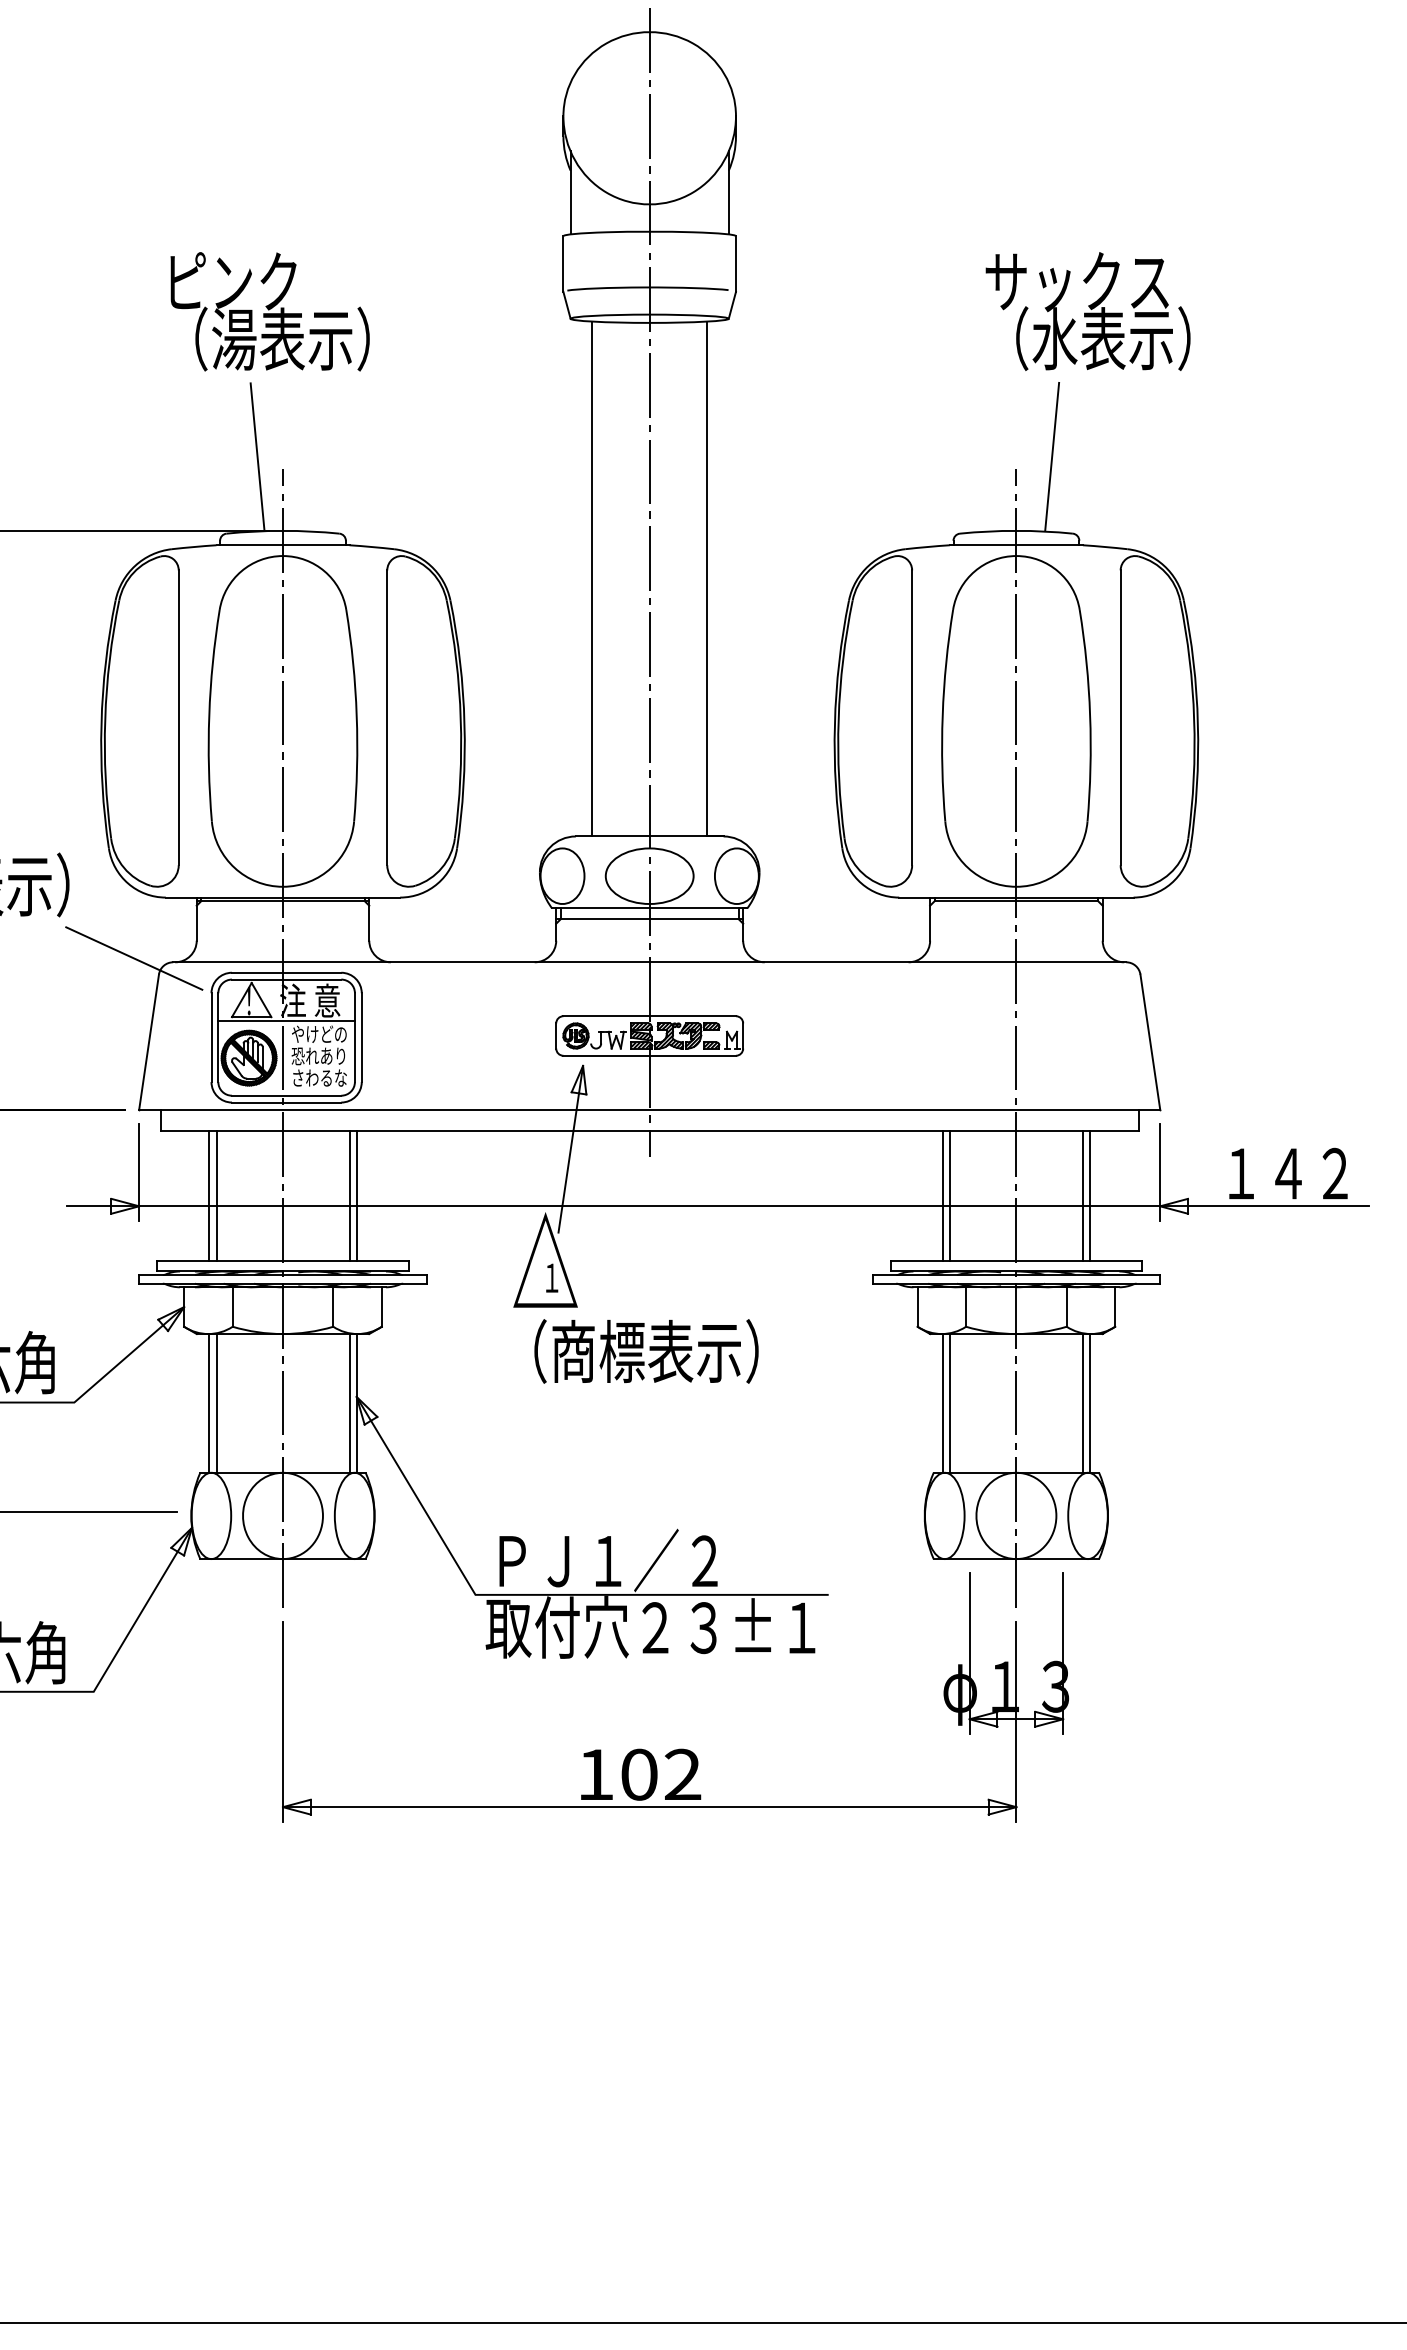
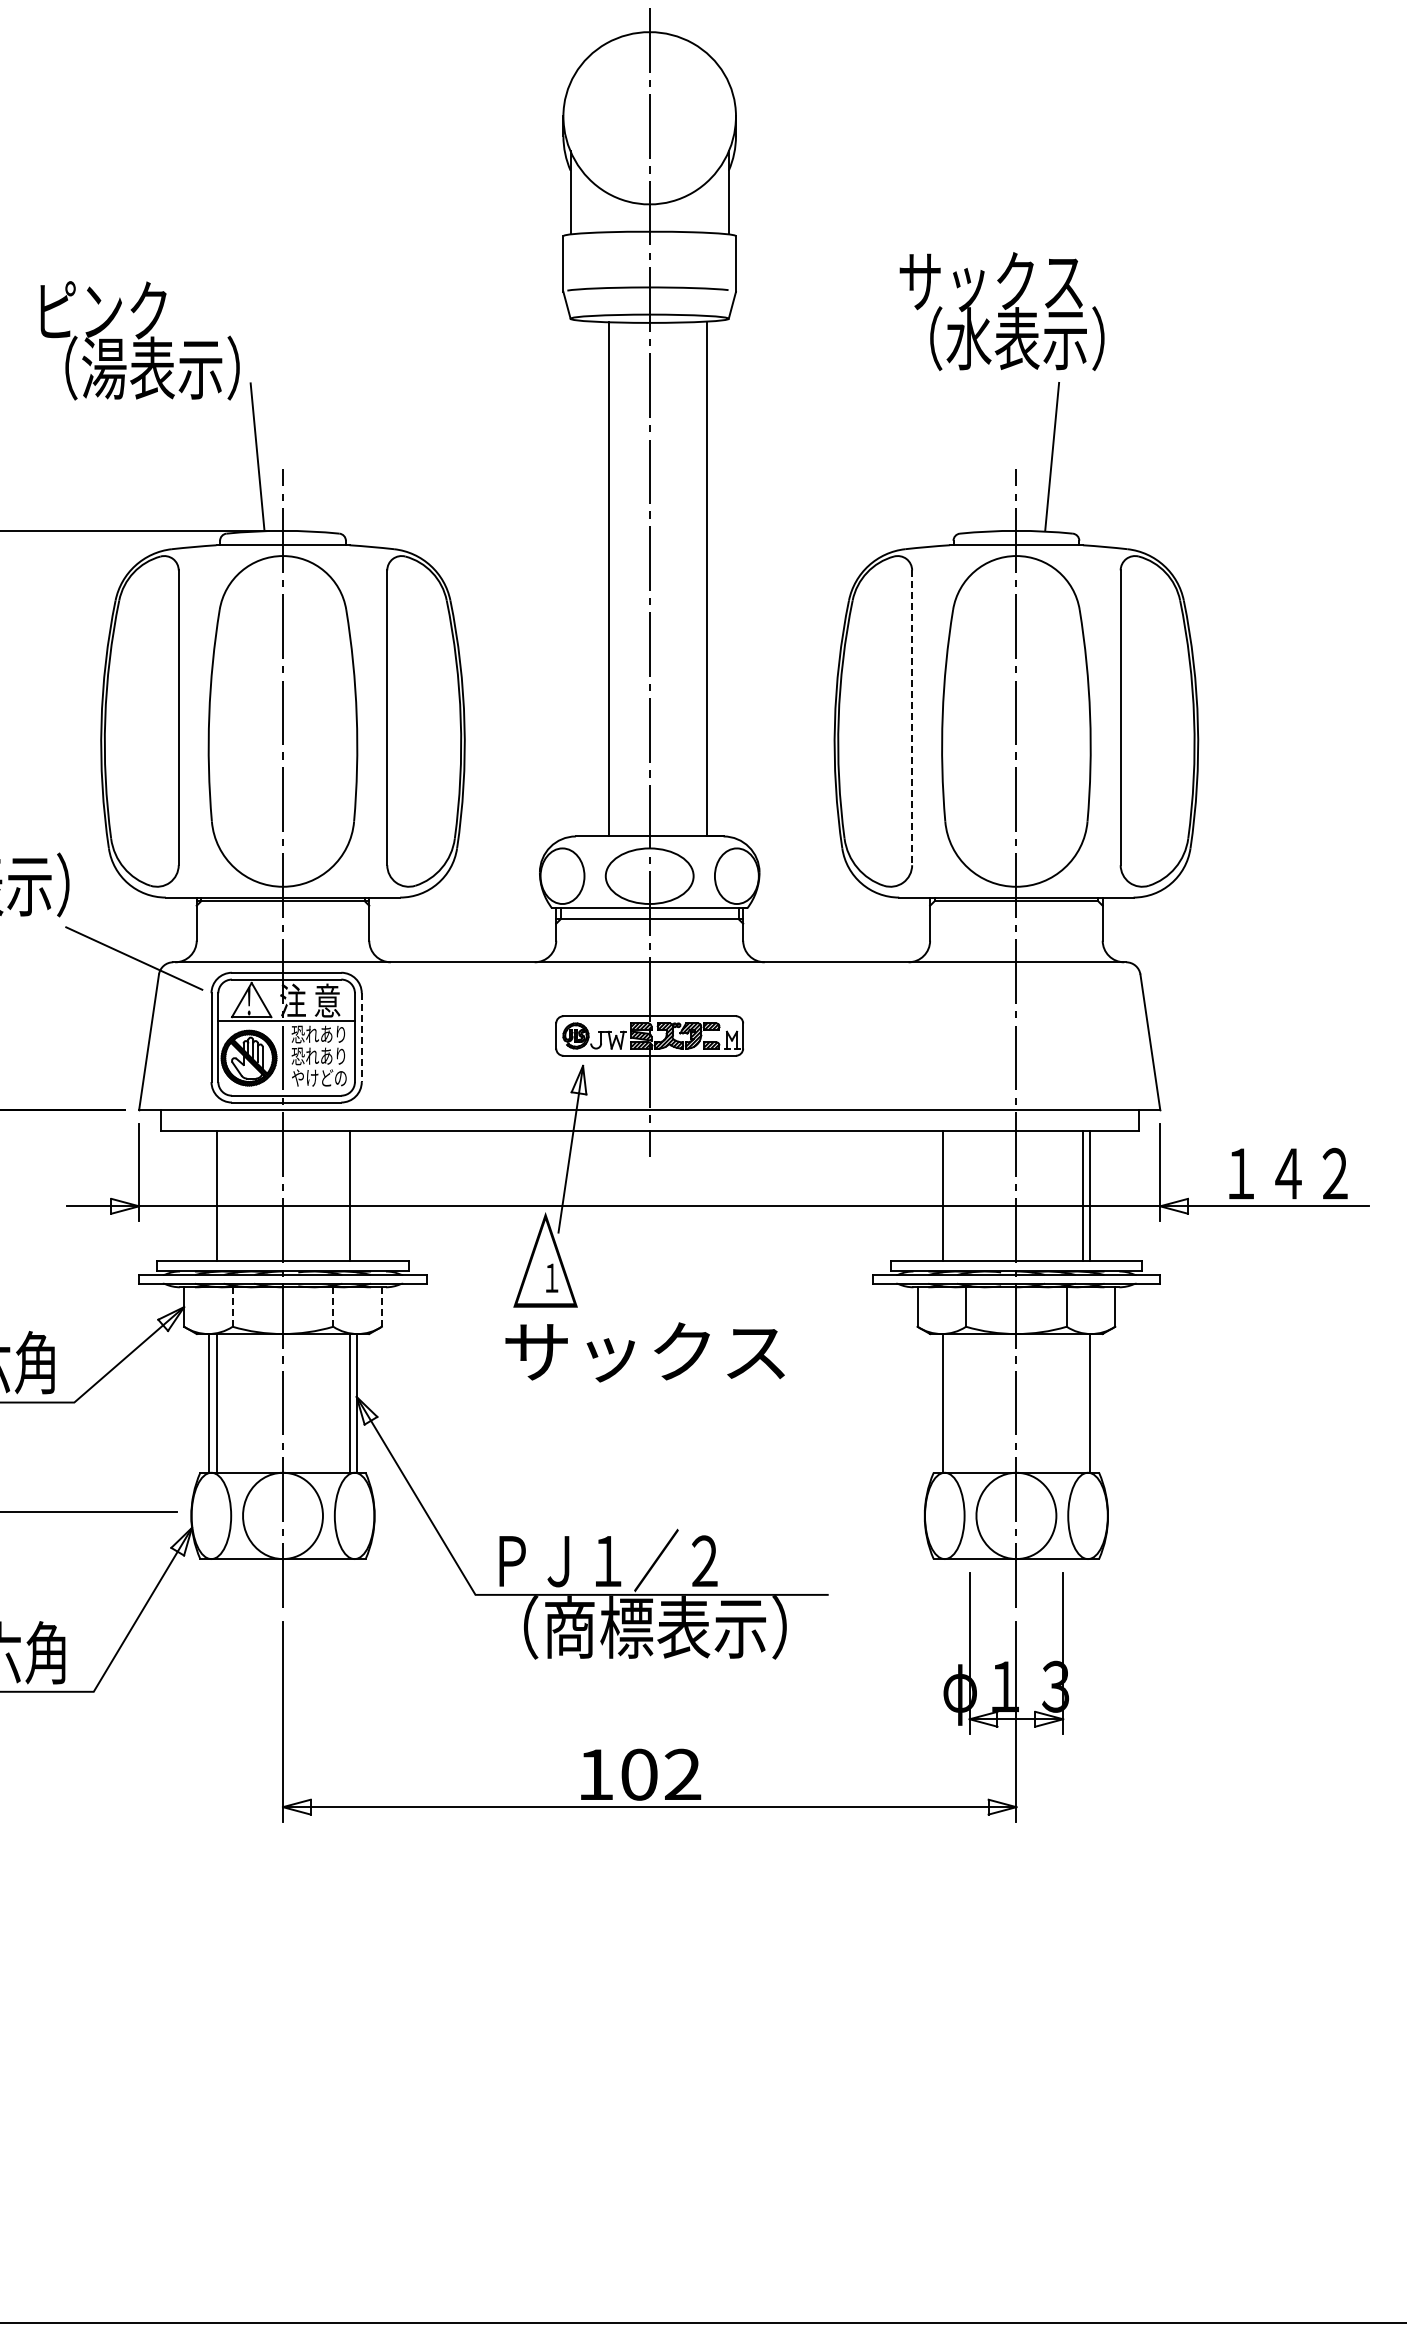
text at (269, 311) position: (269, 311) -> (139, 340)
text at (1087, 311) position: (1087, 311) -> (1001, 311)
line at (592, 578) position: (592, 578) -> (609, 578)
line at (912, 718): solid -> dashed
text at (318, 1034): やけどの -> 恐れあり
line at (361, 1038): solid -> dashed
text at (319, 1077): さわるな -> やけどの
line at (209, 1195): present -> none
line at (356, 1195): present -> none
line at (949, 1195): present -> none
line at (232, 1307): solid -> dashed
line at (333, 1307): solid -> dashed
line at (381, 1307): solid -> dashed
text at (644, 1351): （商標表示） -> サックス
line at (949, 1403): present -> none
line at (1082, 1403): present -> none
text at (650, 1627): 取付穴２３±１ -> （商標表示）
